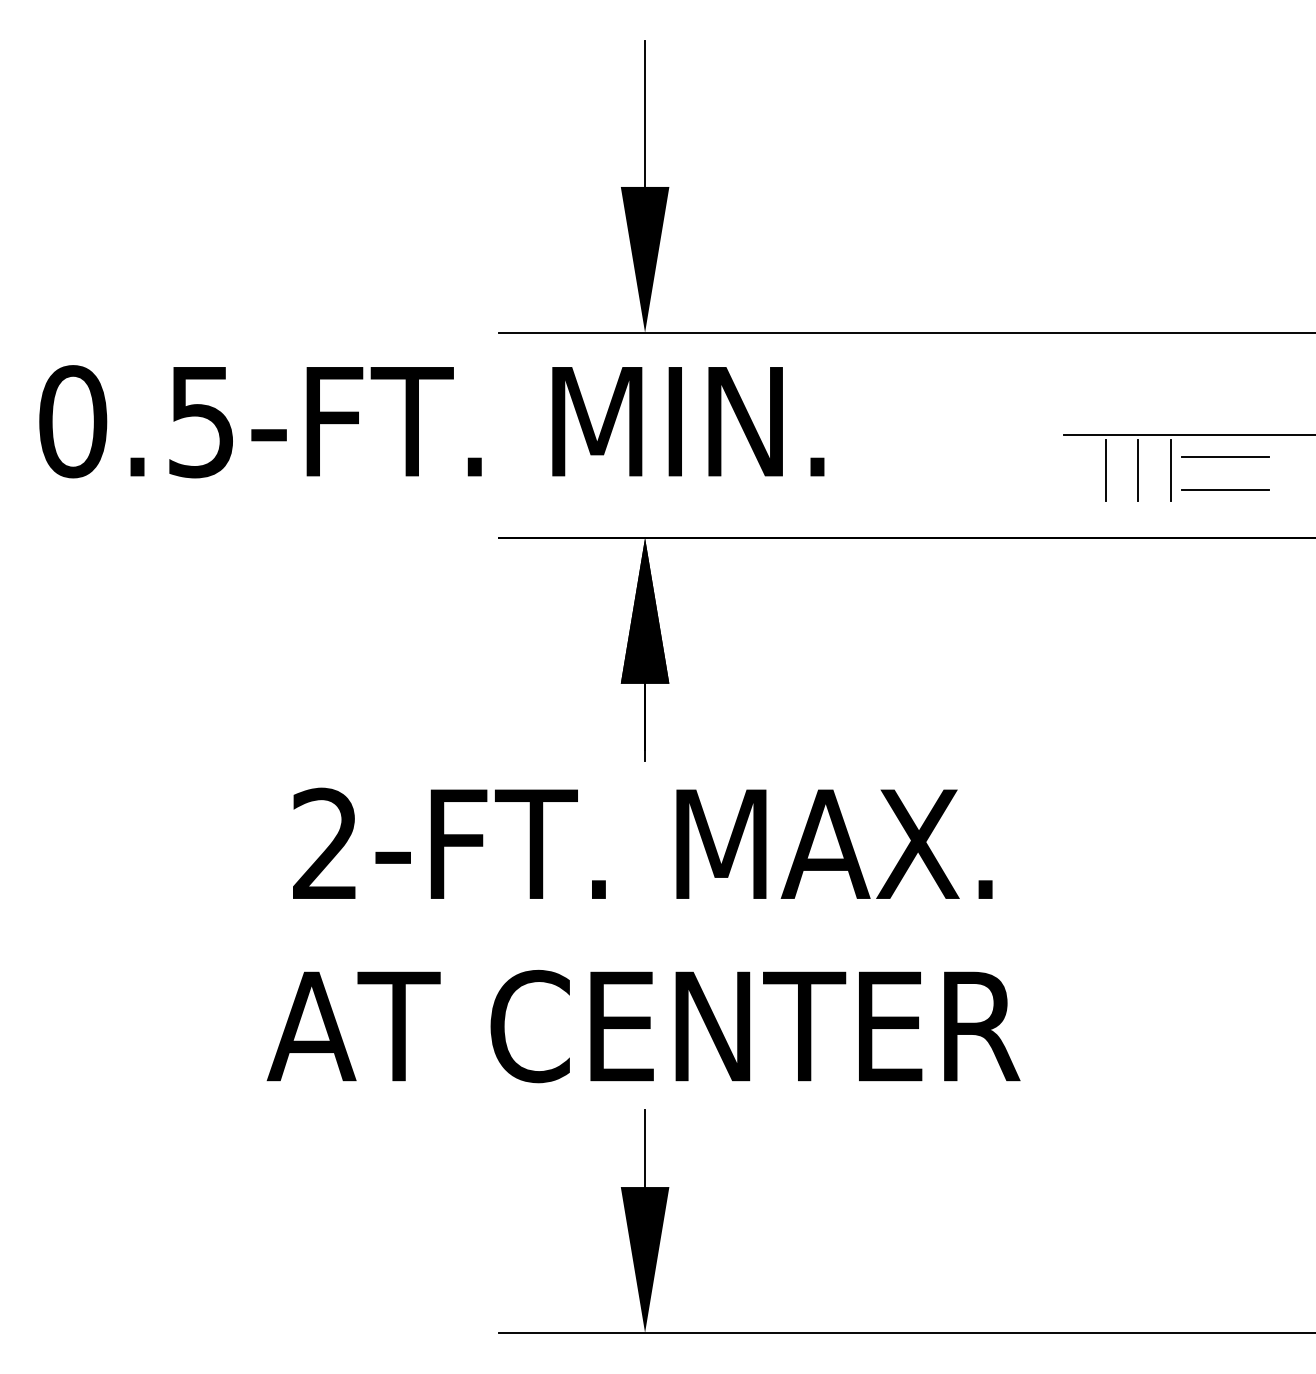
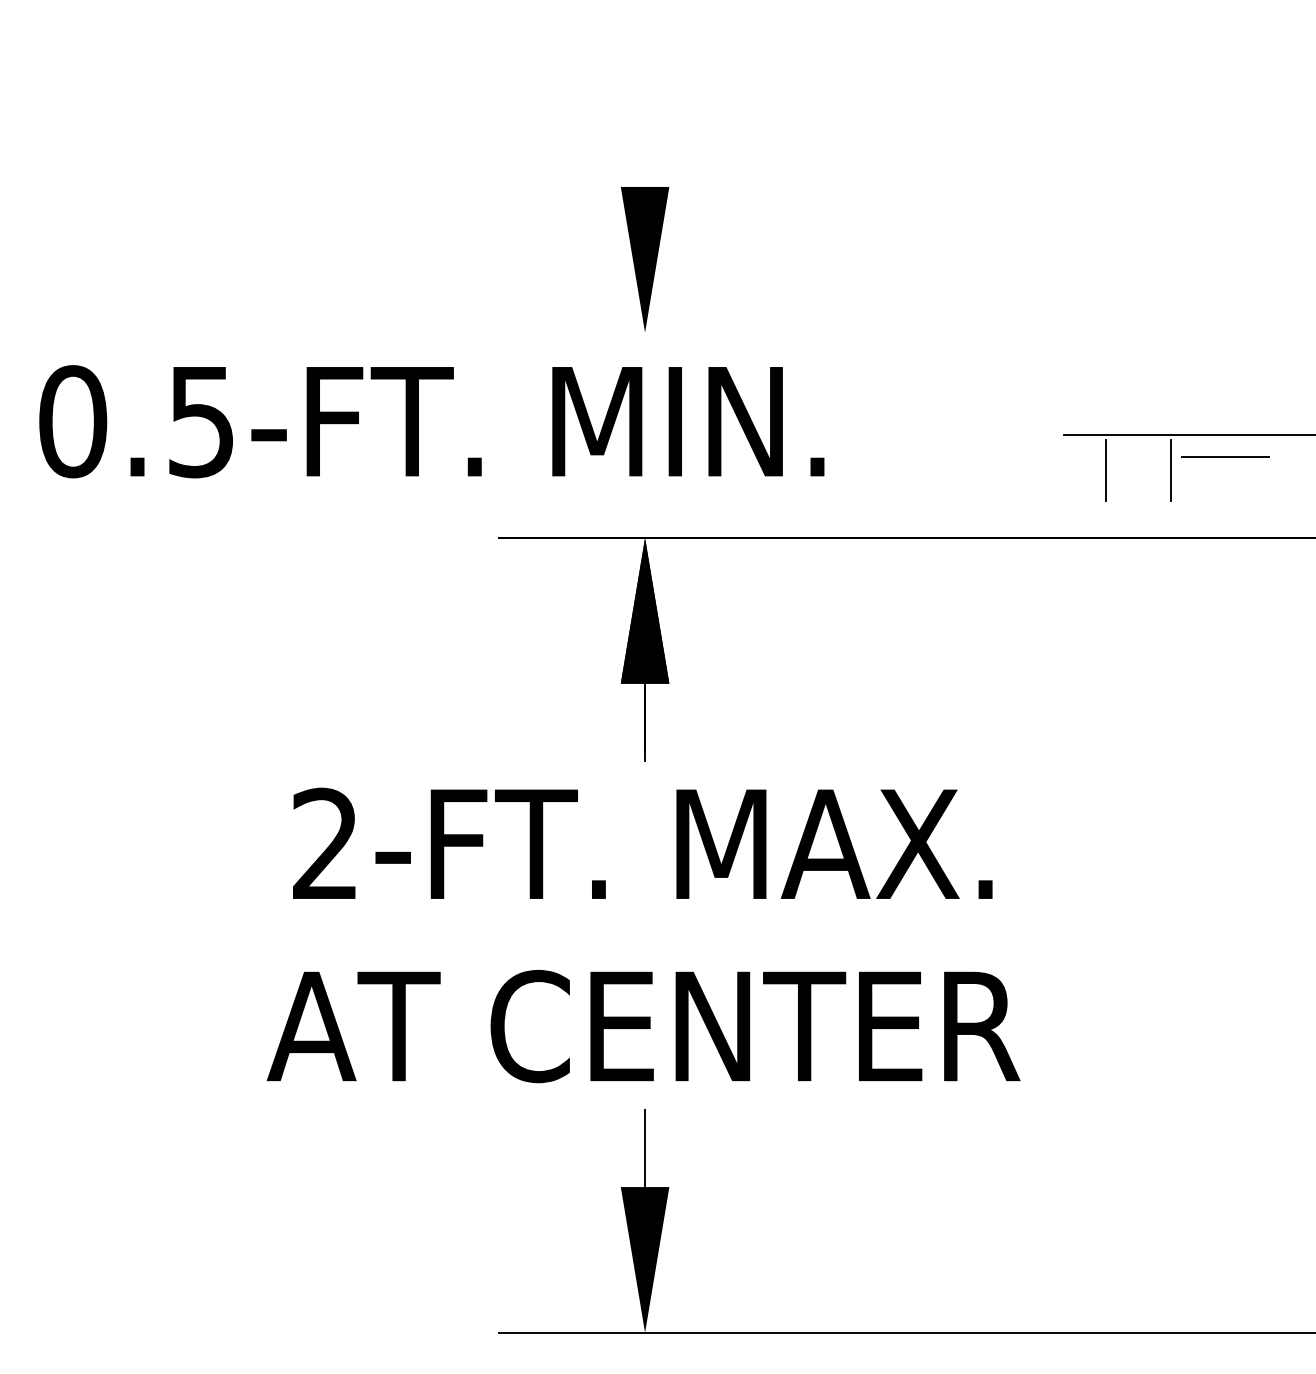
line at (645, 113): present -> none
line at (905, 332): present -> none
line at (1138, 470): present -> none
line at (1225, 489): present -> none
